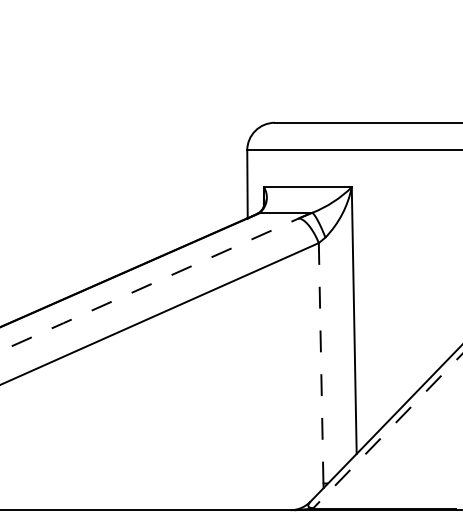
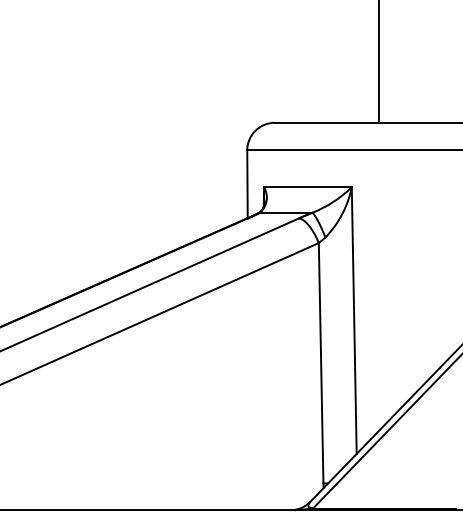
line at (378, 62): none -> present
line at (155, 282): dashed -> solid
line at (321, 362): dashed -> solid
line at (387, 431): dashed -> solid
